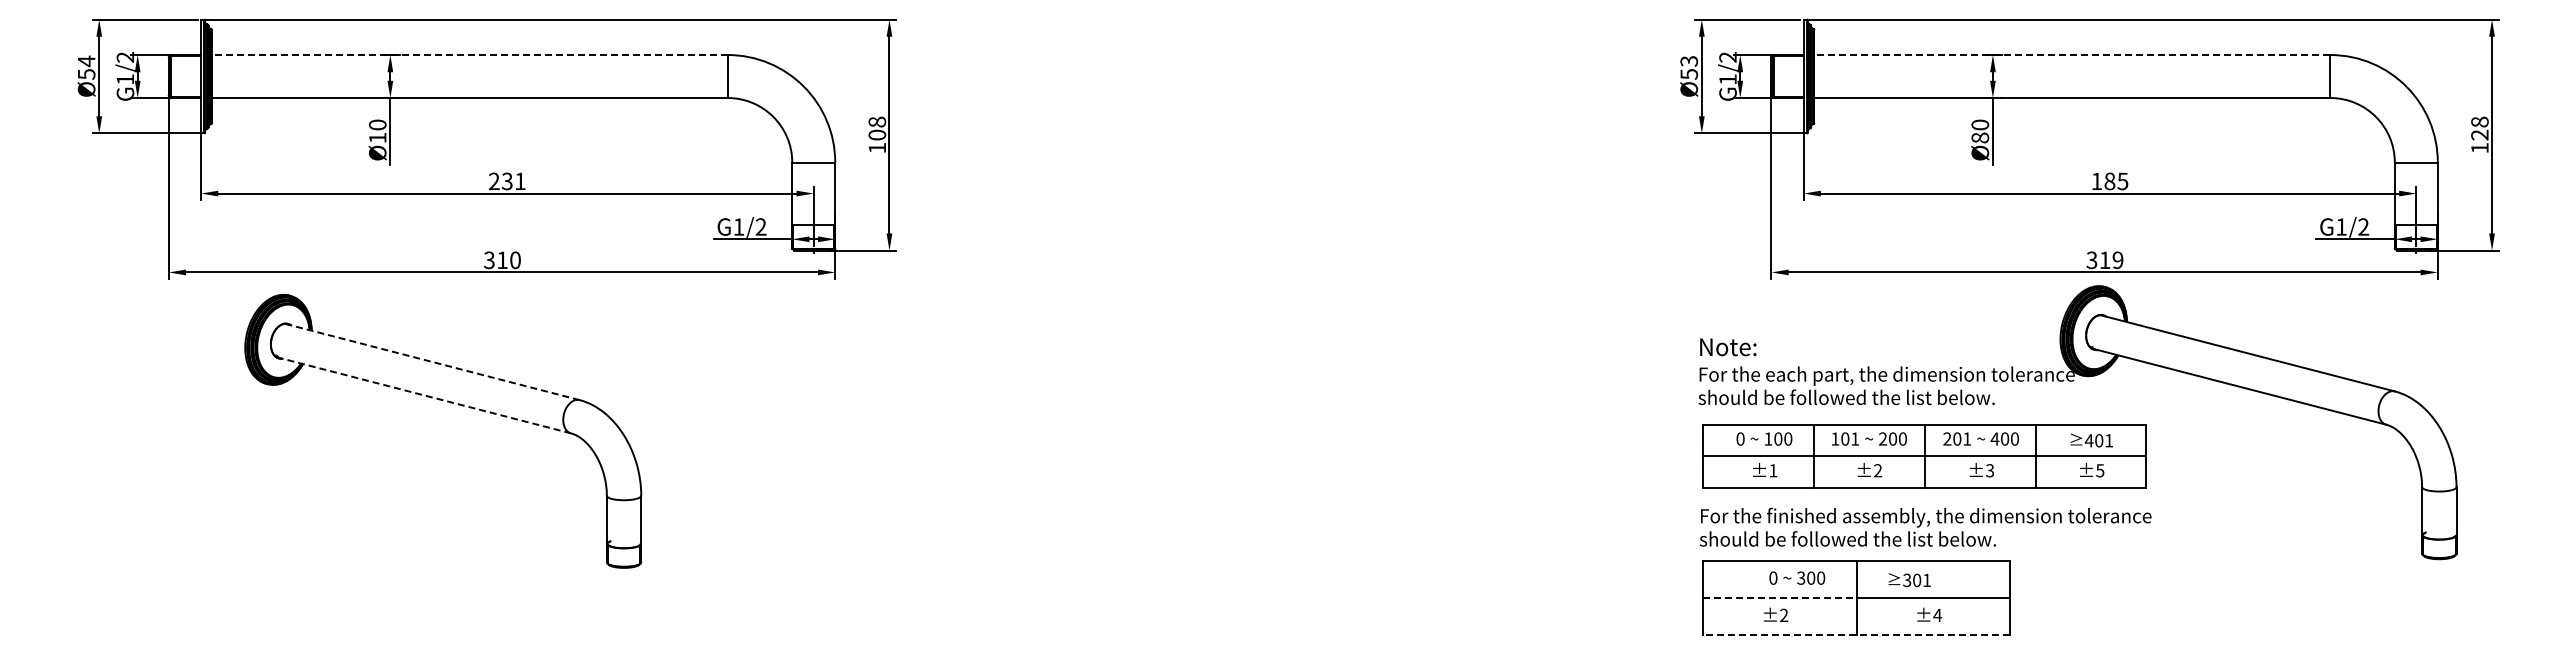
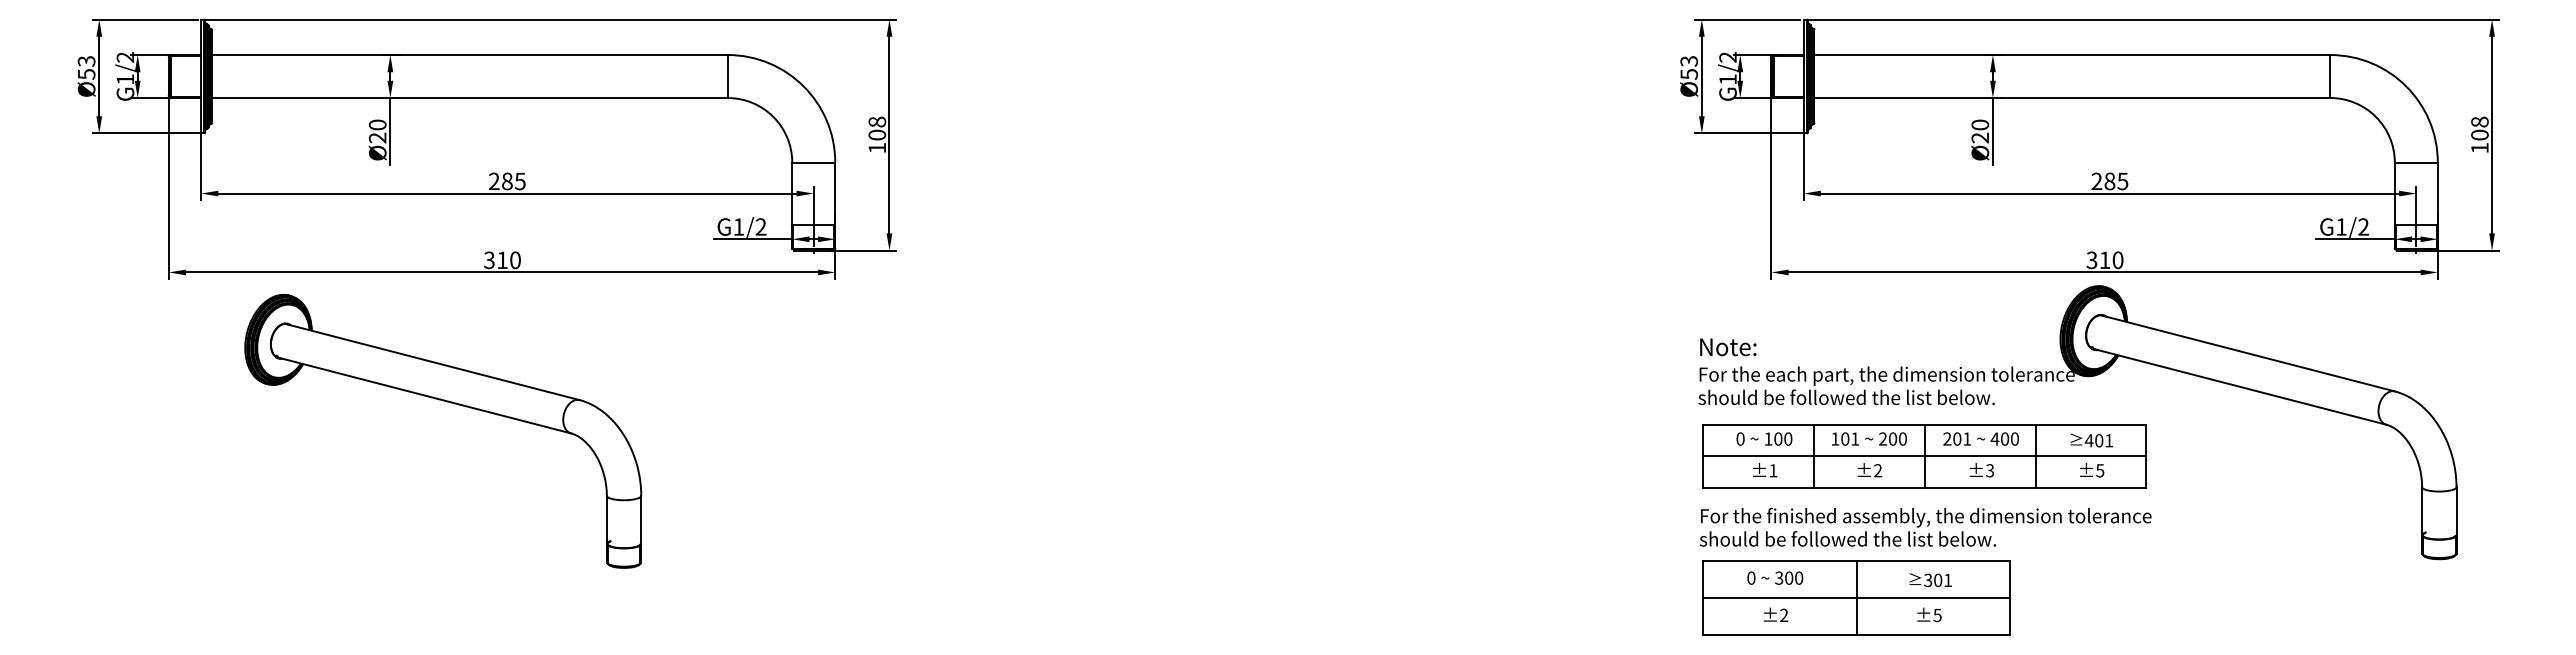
line at (469, 55): dashed -> solid
line at (2072, 55): dashed -> solid
text at (86, 61): Ø54 -> Ø53
text at (2479, 134): 128 -> 108
text at (377, 137): Ø10 -> Ø20
text at (1980, 137): Ø80 -> Ø20
text at (2096, 180): 185 -> 285
text at (513, 181): 231 -> 285
text at (2117, 260): 319 -> 310
line at (432, 361): dashed -> solid
line at (423, 395): dashed -> solid
text at (1797, 577) position: (1797, 577) -> (1775, 577)
text at (1909, 580) position: (1909, 580) -> (1930, 580)
line at (1779, 598): dashed -> solid
text at (1937, 615): ±4 -> ±5
line at (1856, 635): dashed -> solid
